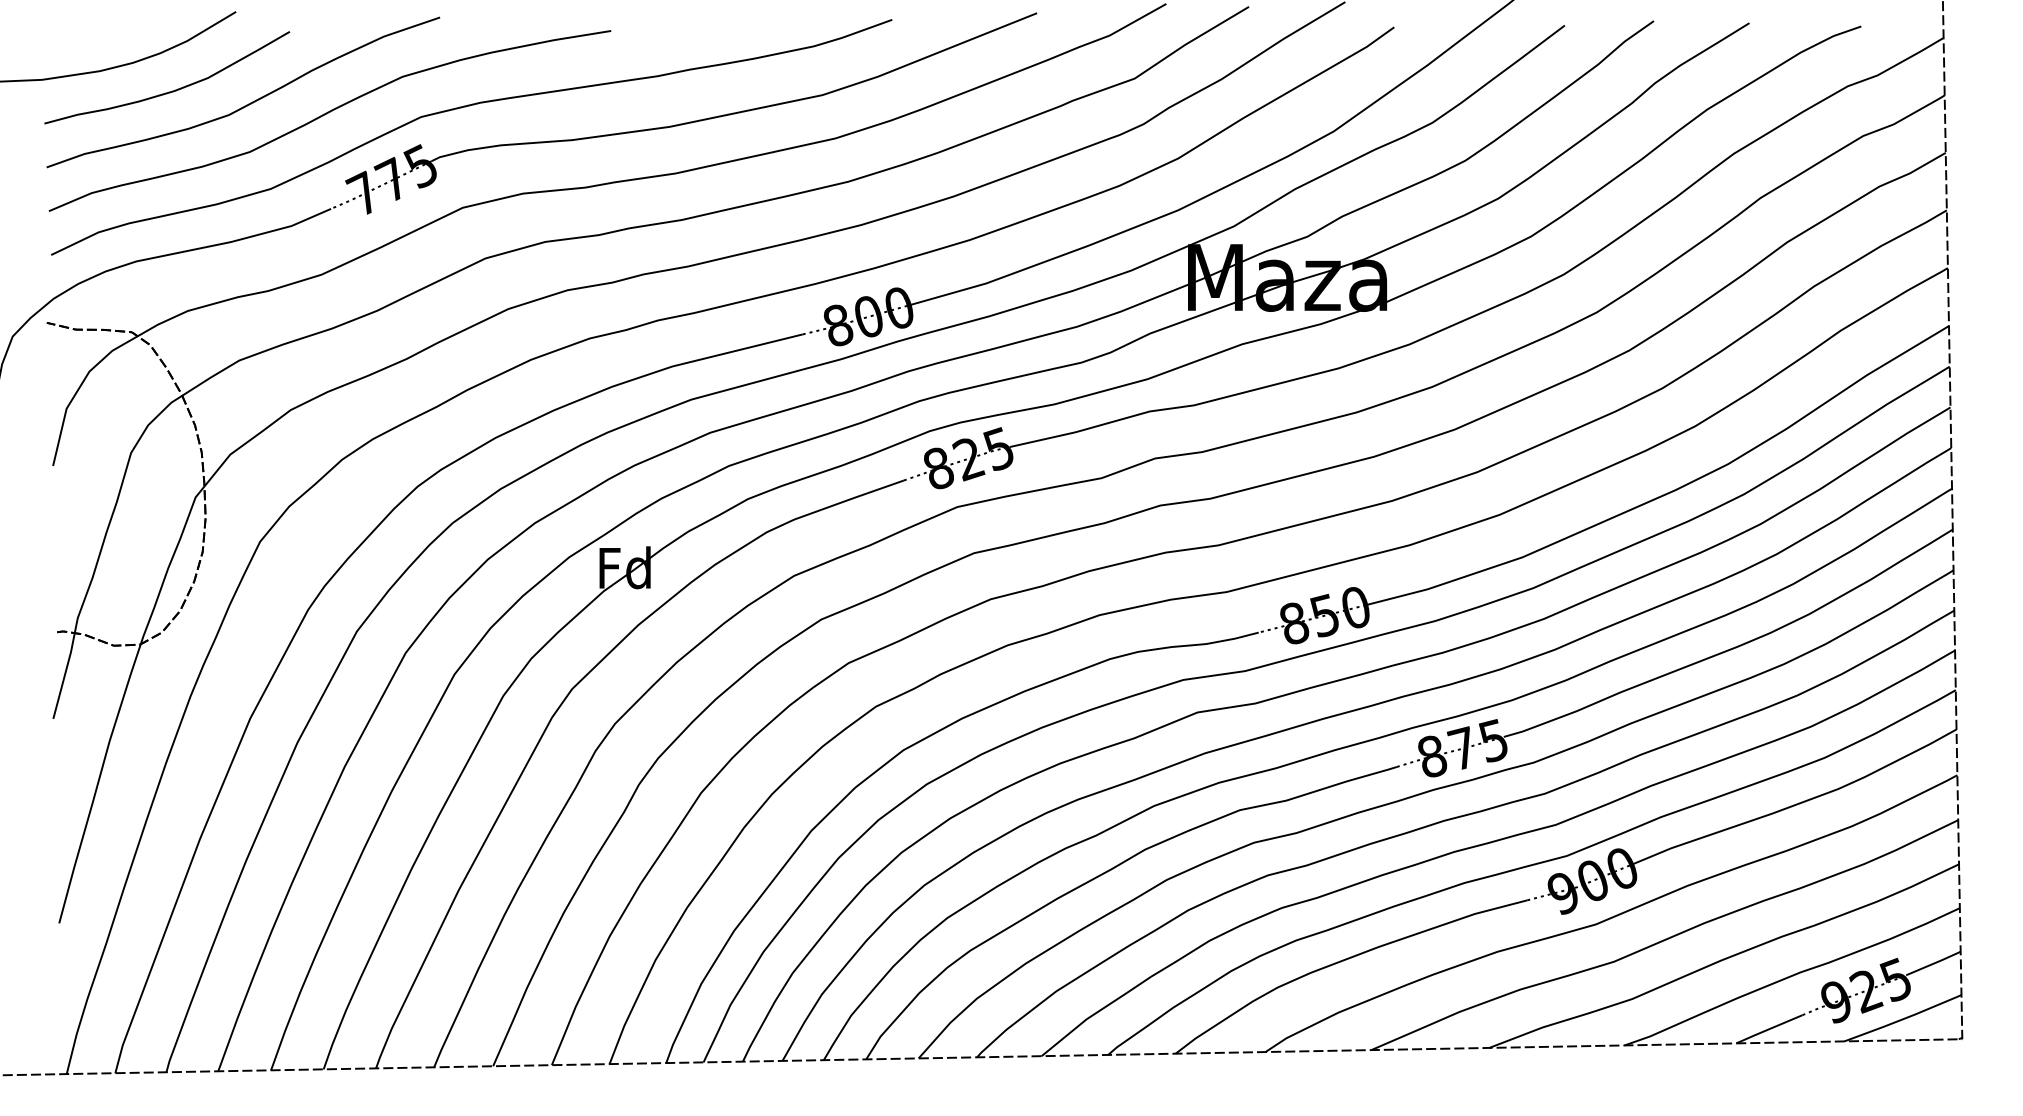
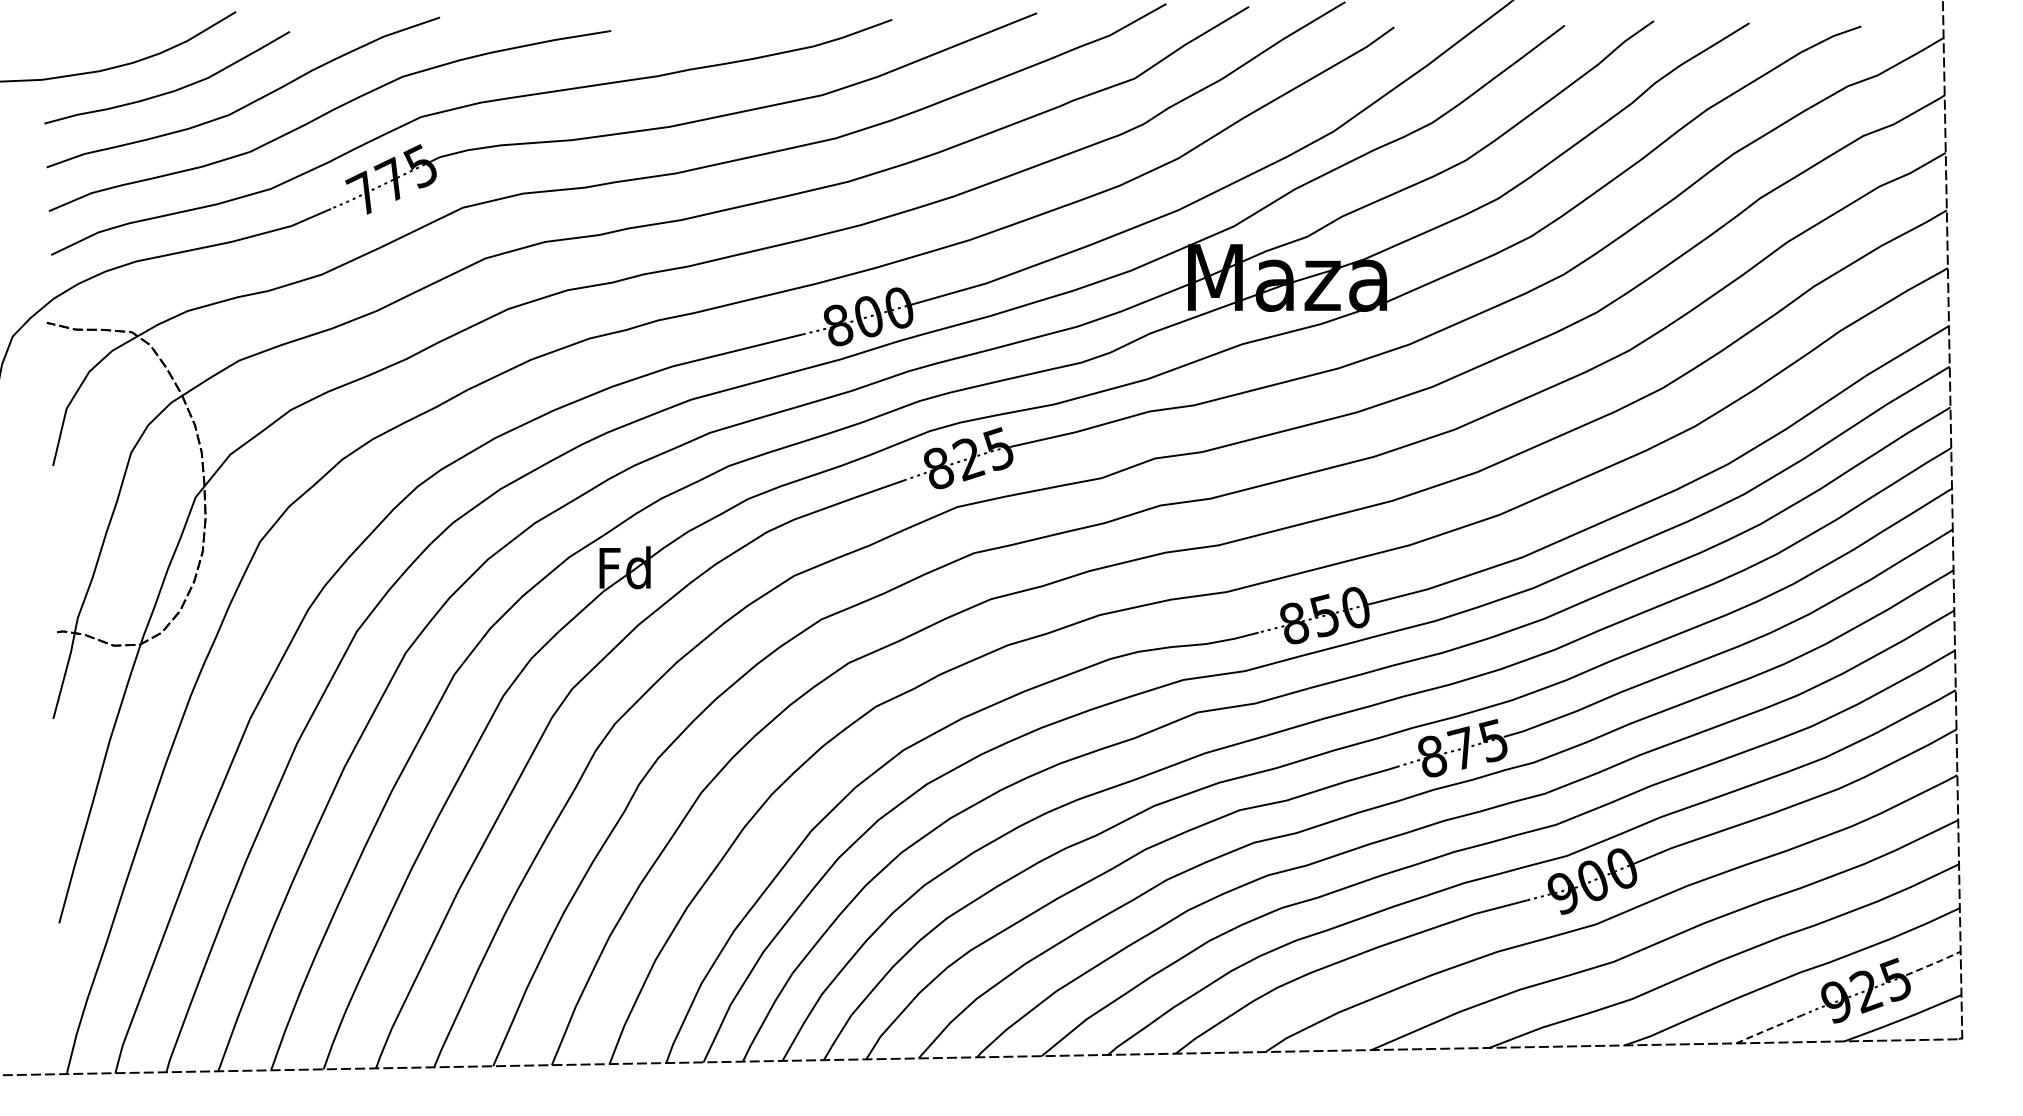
line at (1934, 963): solid -> dashed
line at (1768, 1029): solid -> dashed
